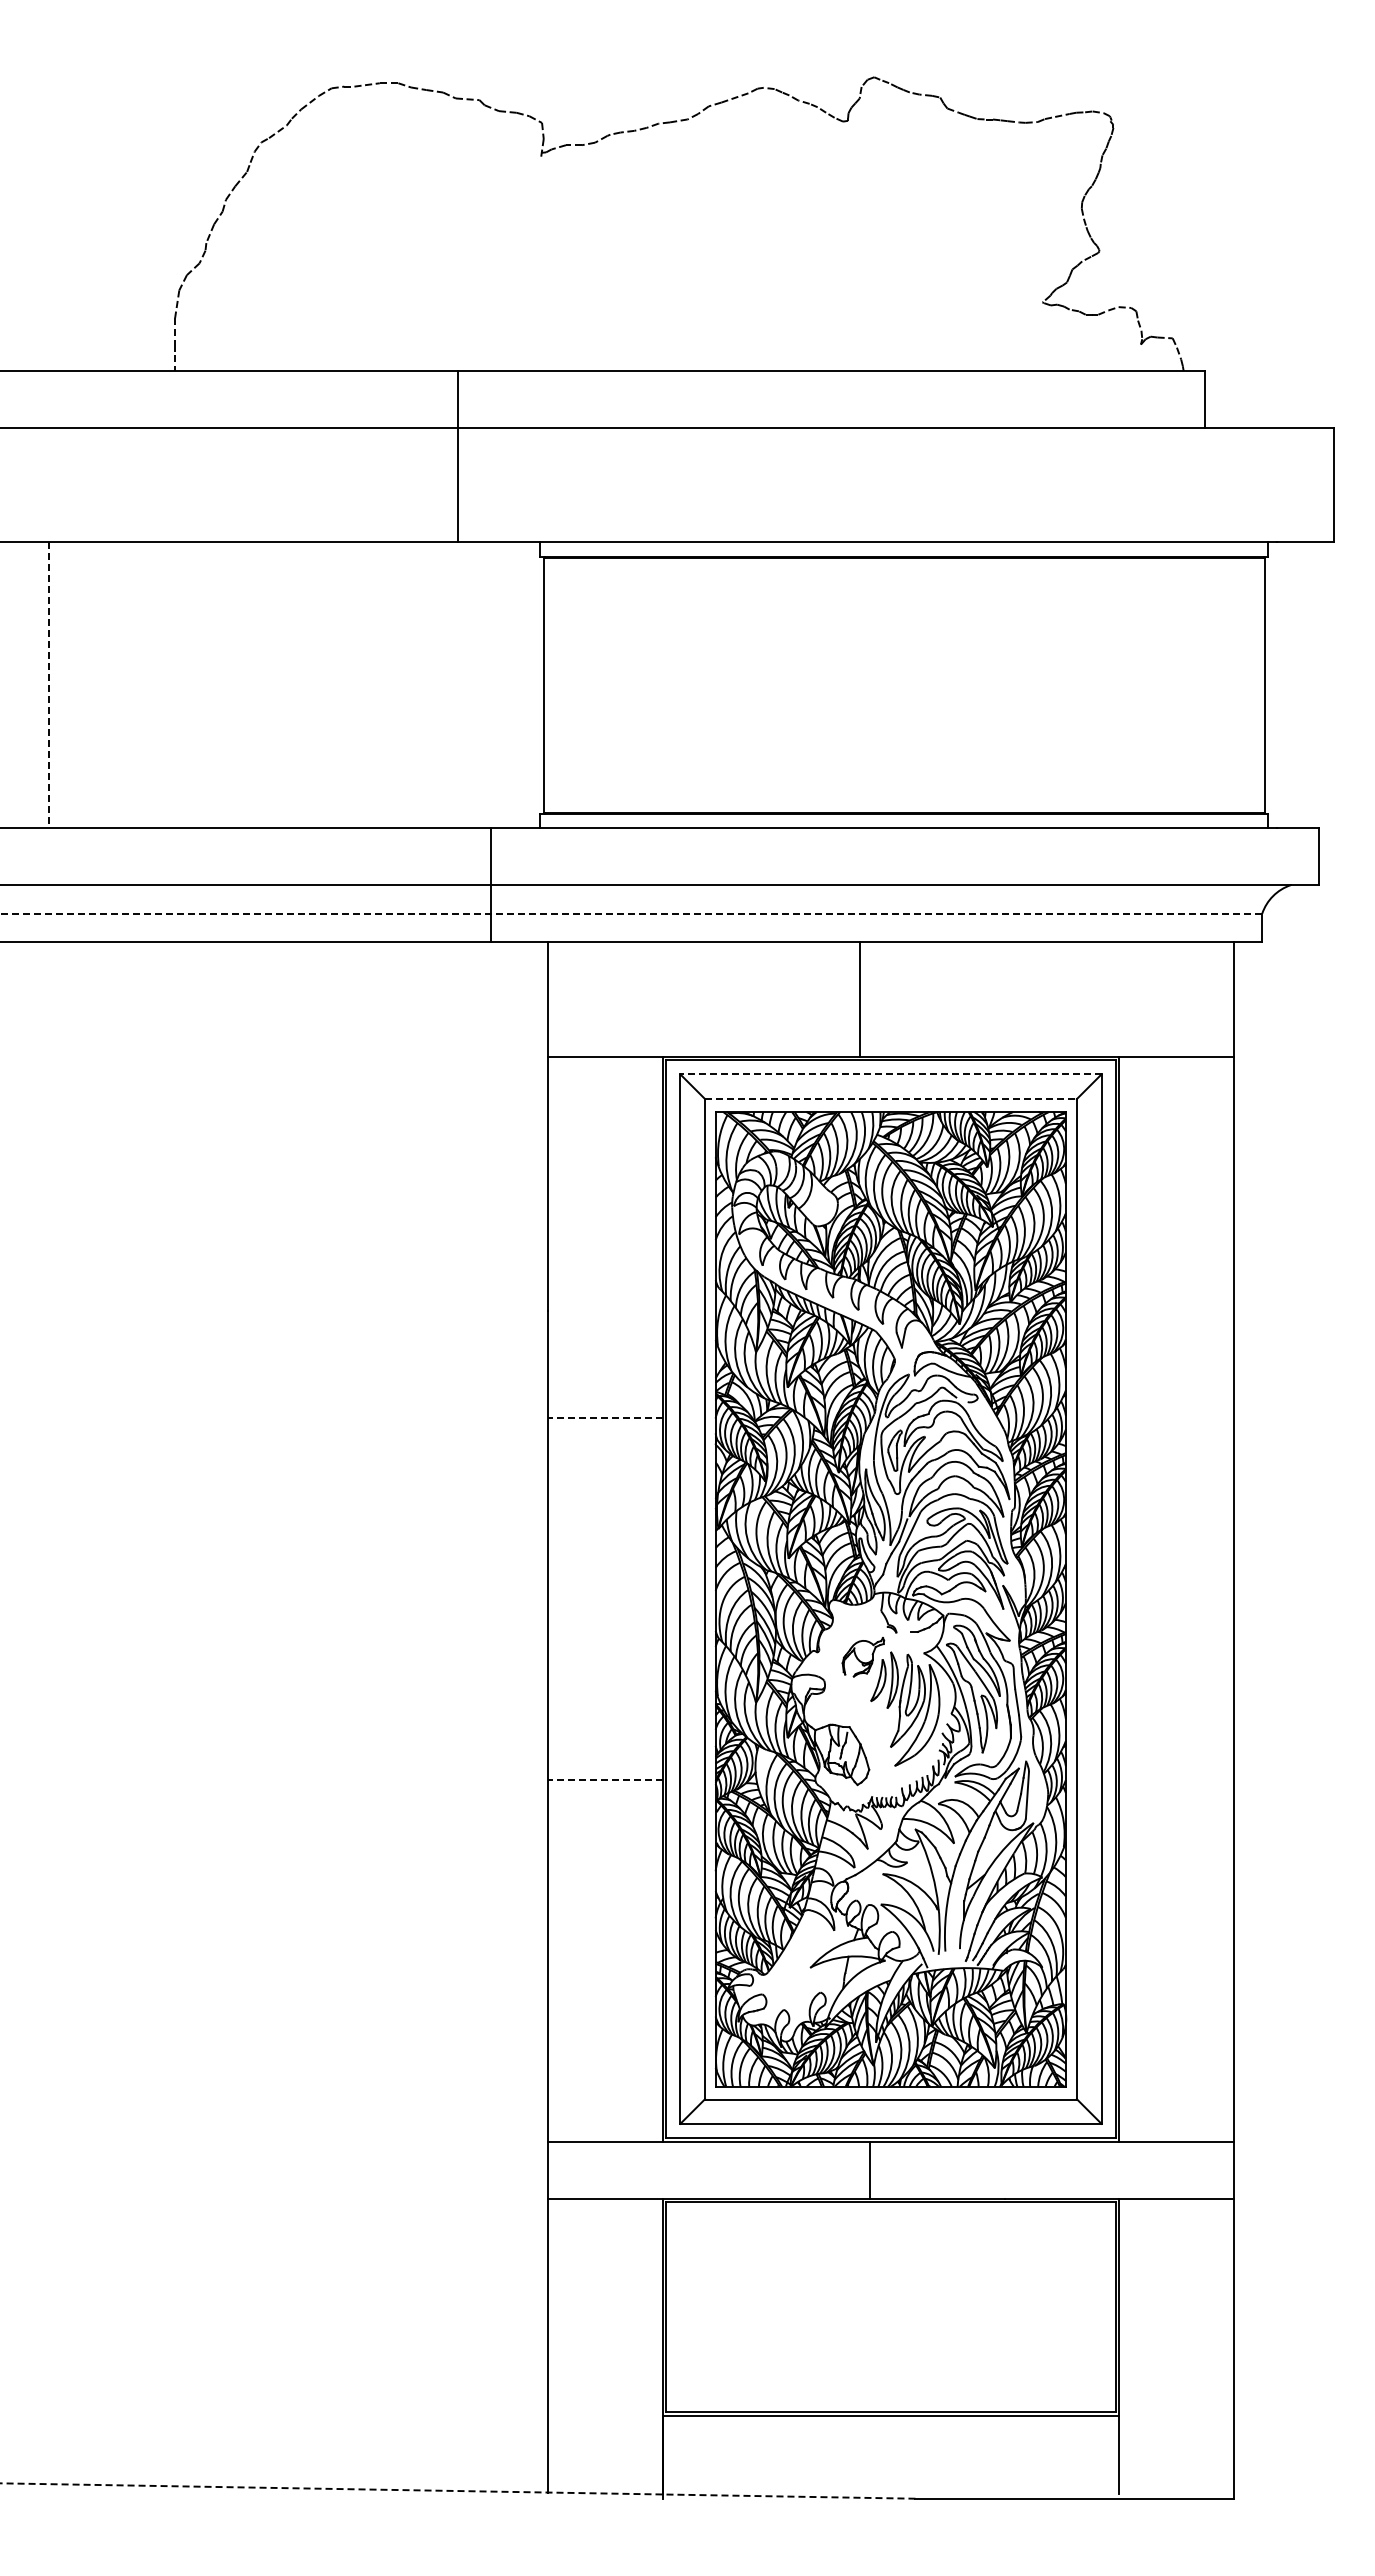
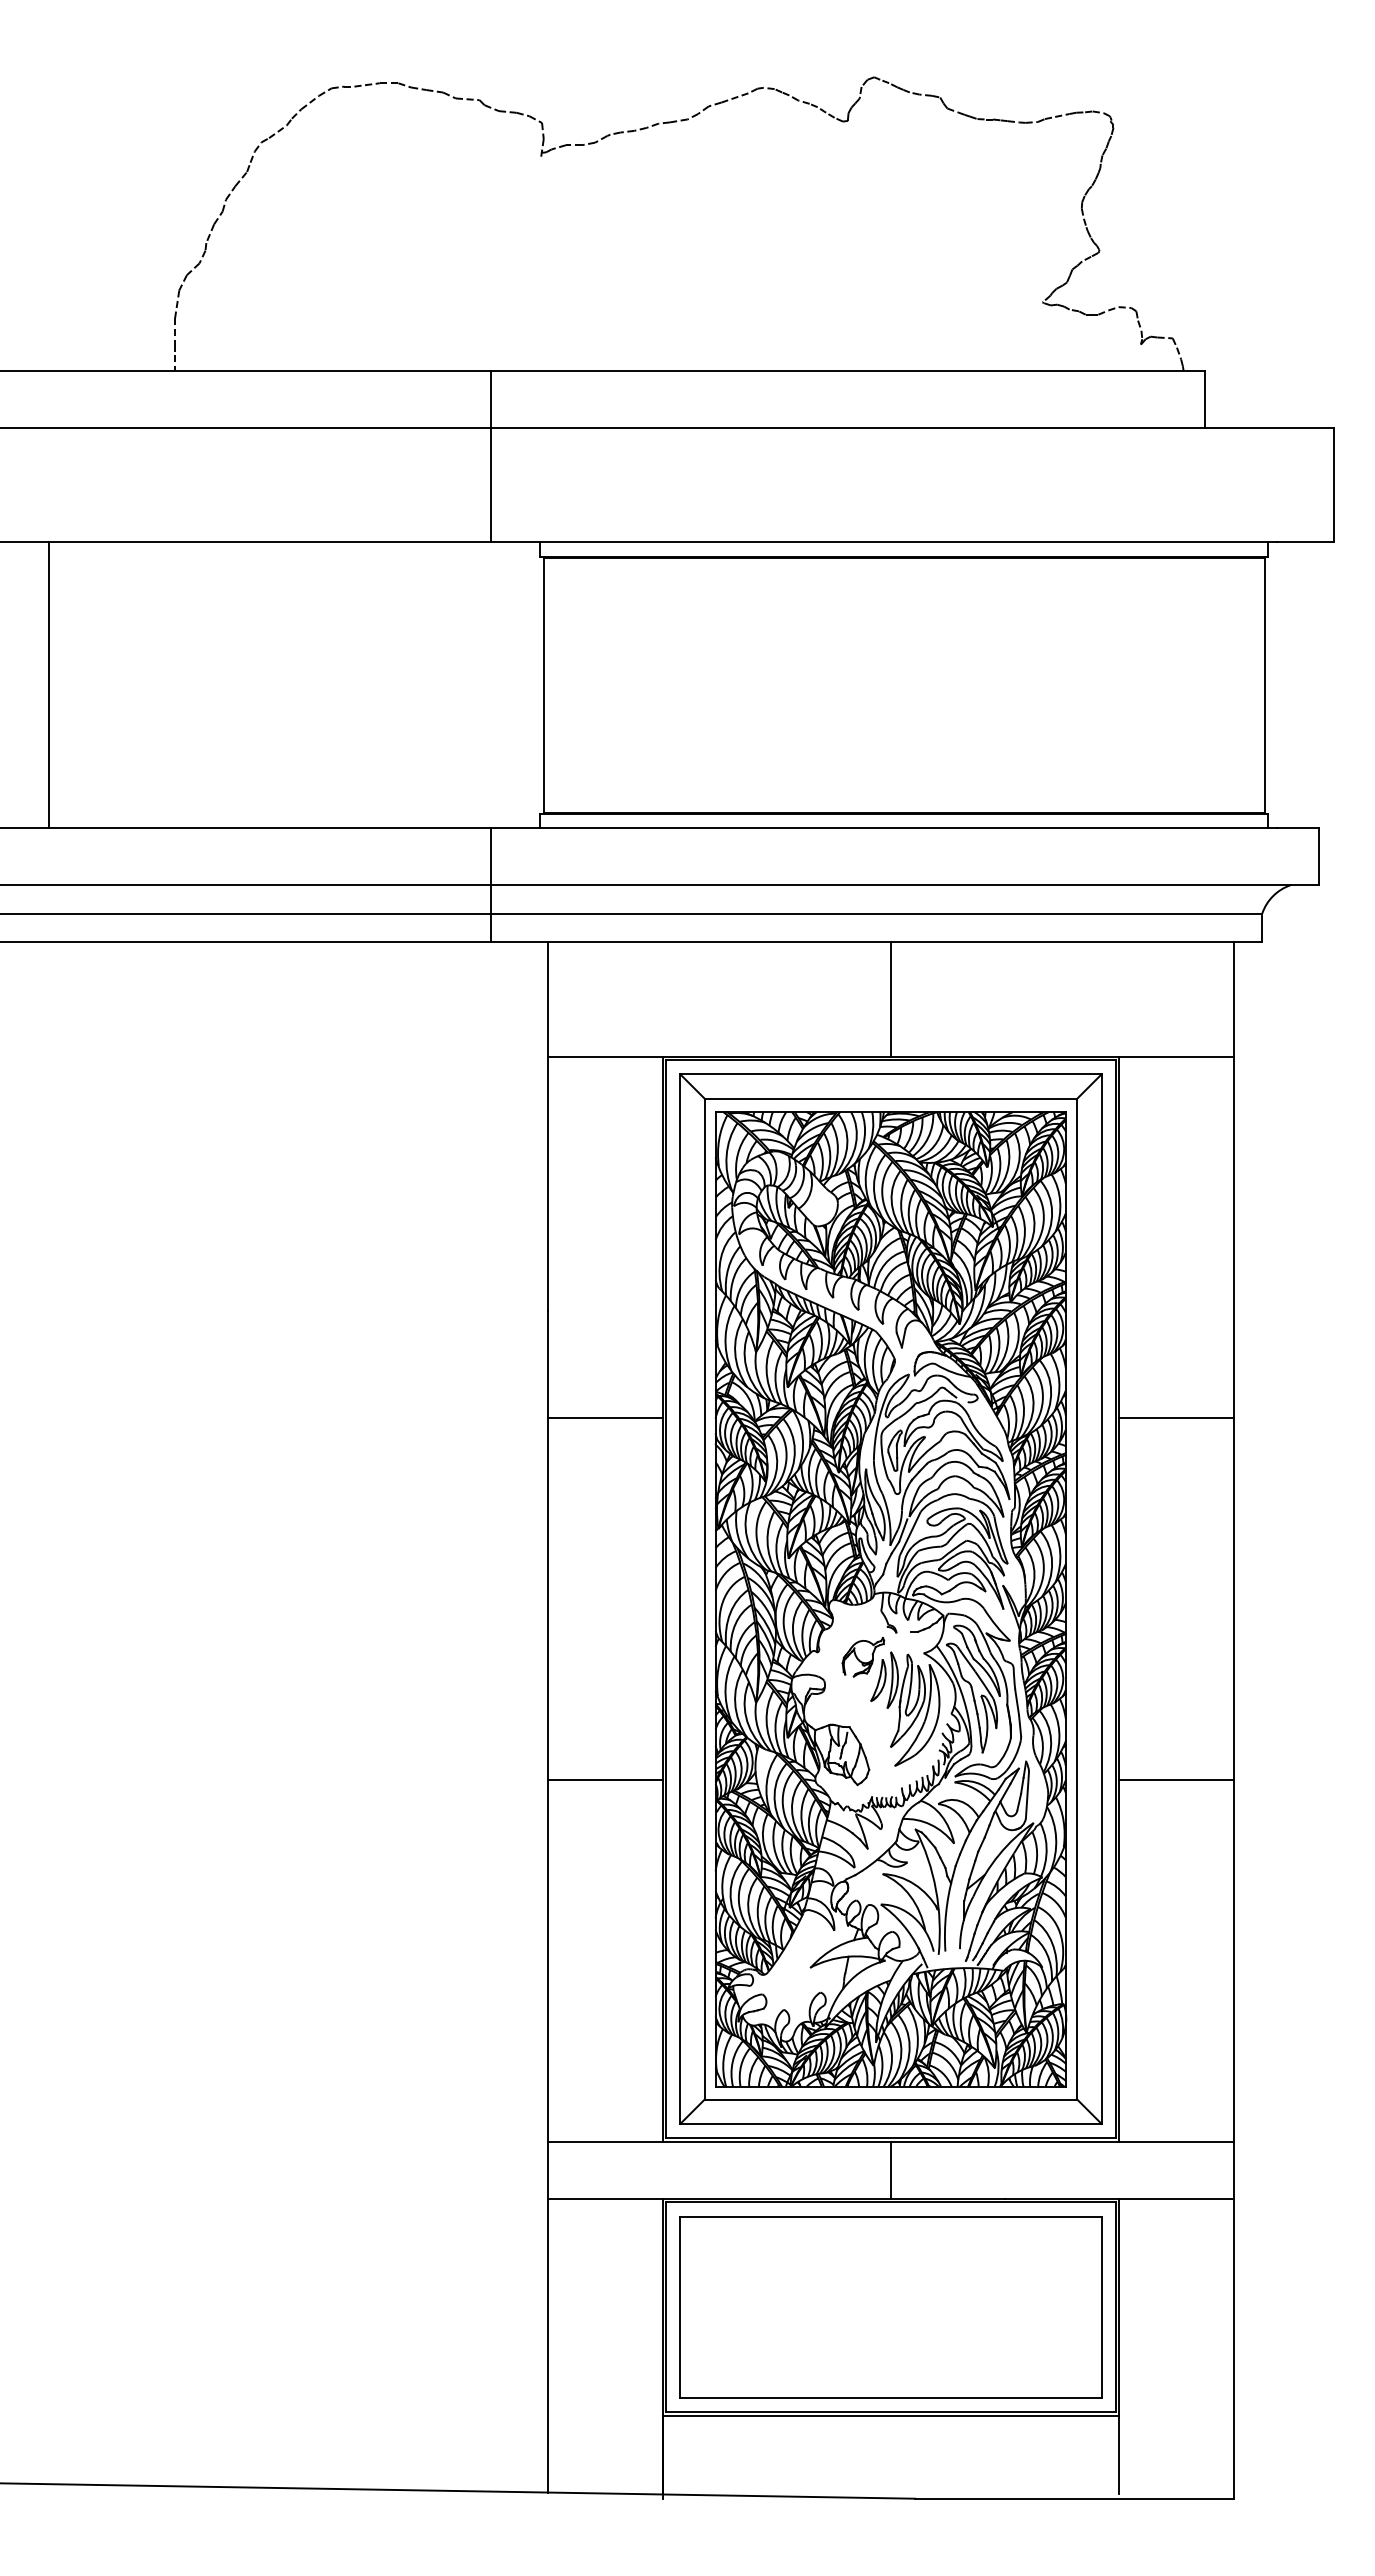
line at (458, 456) position: (458, 456) -> (491, 456)
line at (48, 685): dashed -> solid
line at (631, 913): dashed -> solid
line at (859, 999) position: (859, 999) -> (890, 999)
line at (890, 1074): dashed -> solid
line at (891, 1099): dashed -> solid
line at (604, 1418): dashed -> solid
line at (1176, 1418): none -> present
line at (604, 1780): dashed -> solid
line at (1176, 1780): none -> present
line at (869, 2169) position: (869, 2169) -> (890, 2169)
part at (890, 2307): none -> present
line at (457, 2491): dashed -> solid
